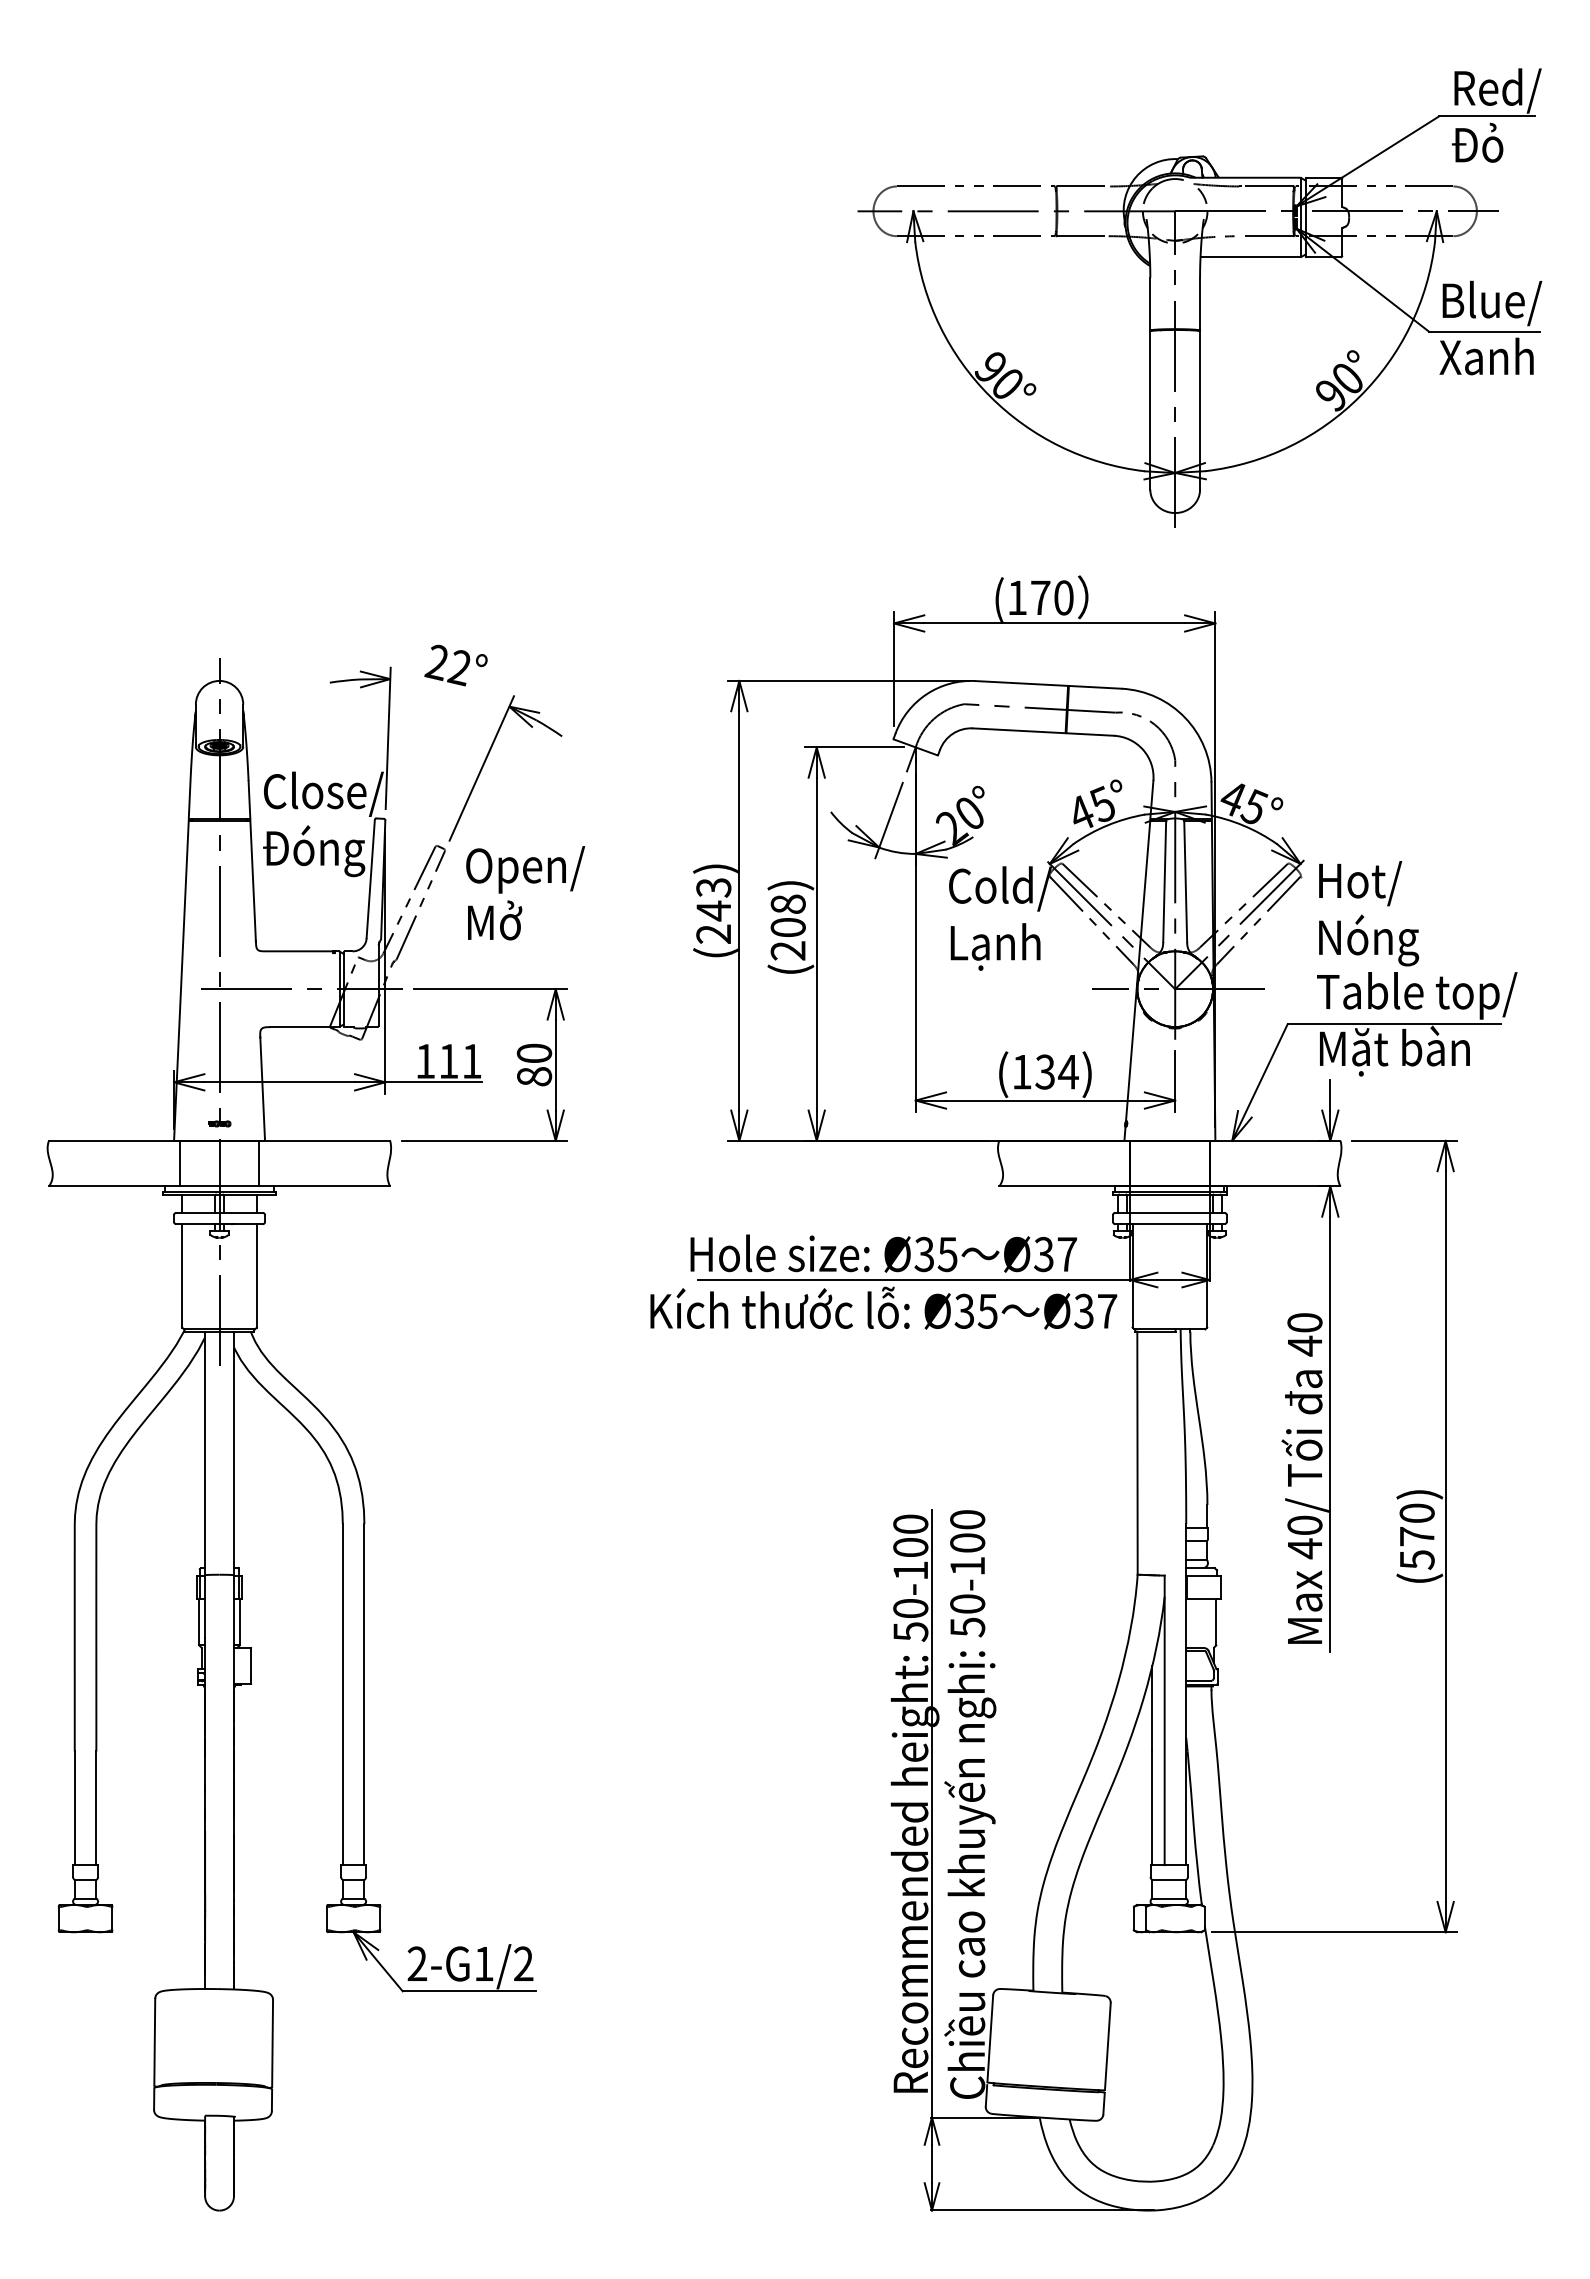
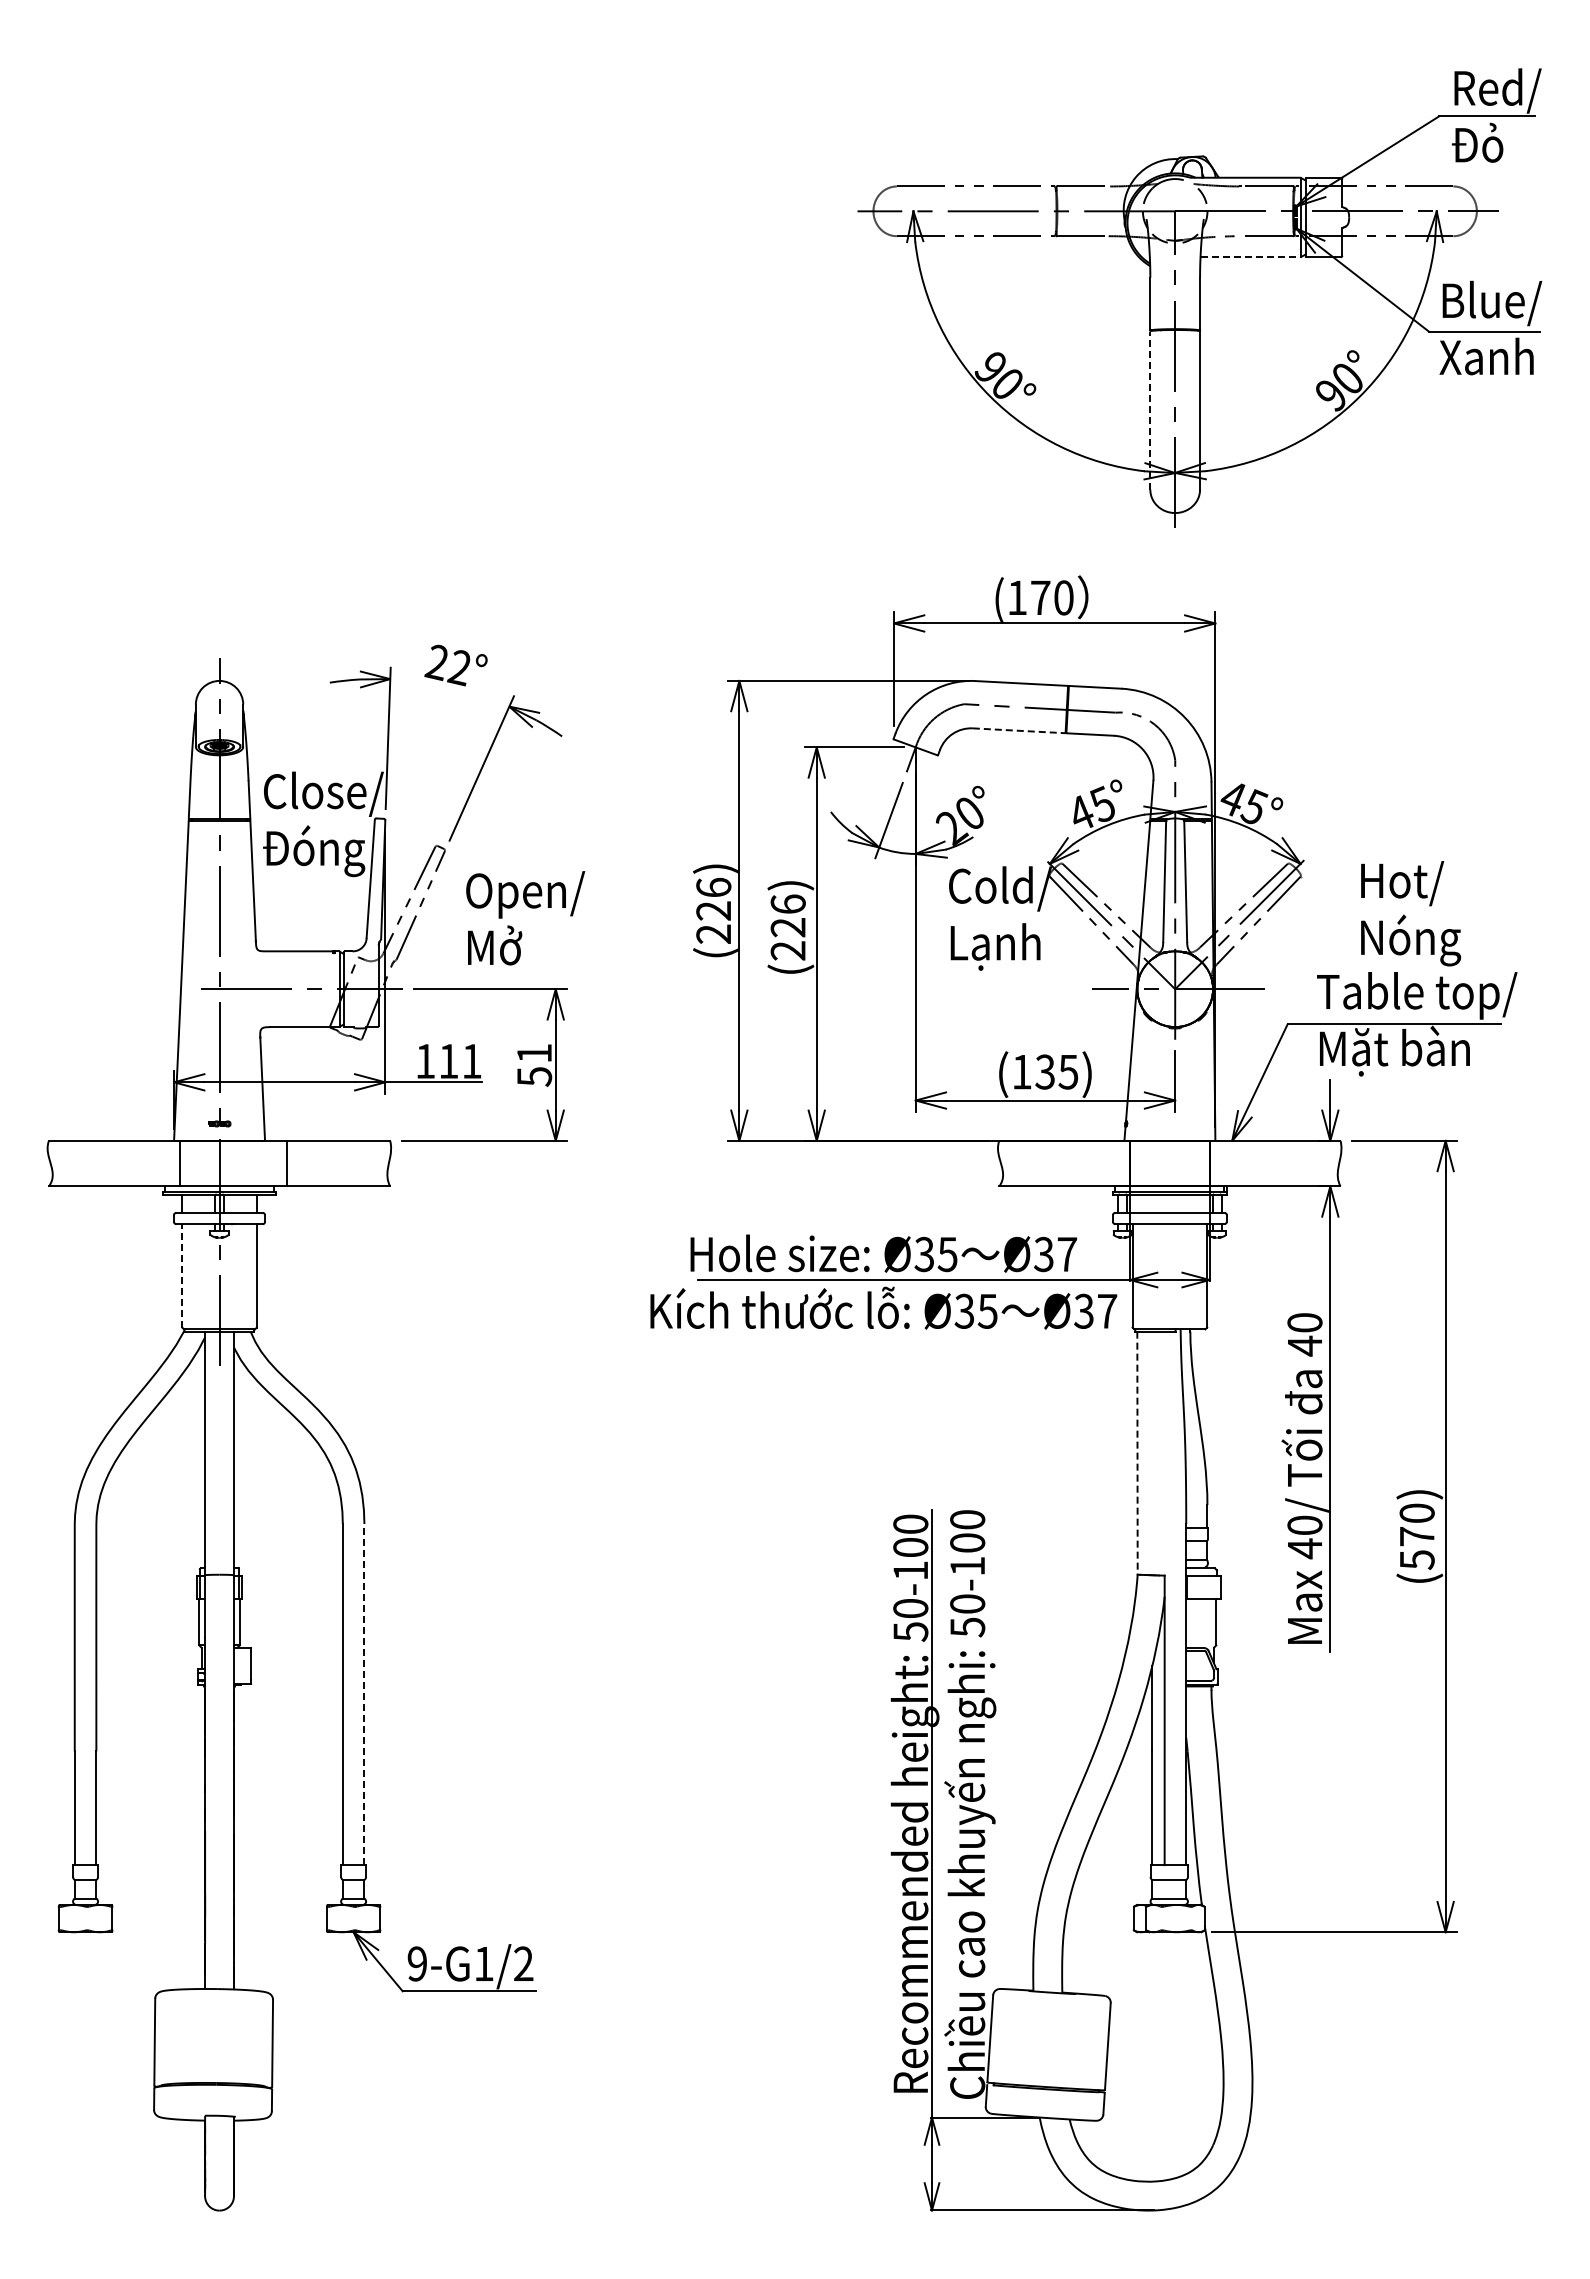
line at (1251, 257): solid -> dashed
line at (1150, 410): solid -> dashed
line at (1019, 730): solid -> dashed
text at (525, 893) position: (525, 893) -> (525, 918)
text at (713, 899): 243 -> 226
text at (1369, 913) position: (1369, 913) -> (1411, 913)
text at (787, 915): 208 -> 226
text at (534, 1064): 80 -> 51
text at (1068, 1072): 134 -> 135
line at (259, 1163) position: (259, 1163) -> (287, 1163)
line at (182, 1275): solid -> dashed
line at (1137, 1453): solid -> dashed
line at (364, 1694): solid -> dashed
text at (417, 1964): 2-G1/2 -> 9-G1/2
